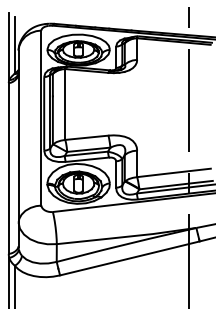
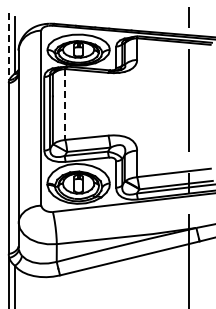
line at (9, 46): solid -> dashed
line at (65, 105): solid -> dashed
